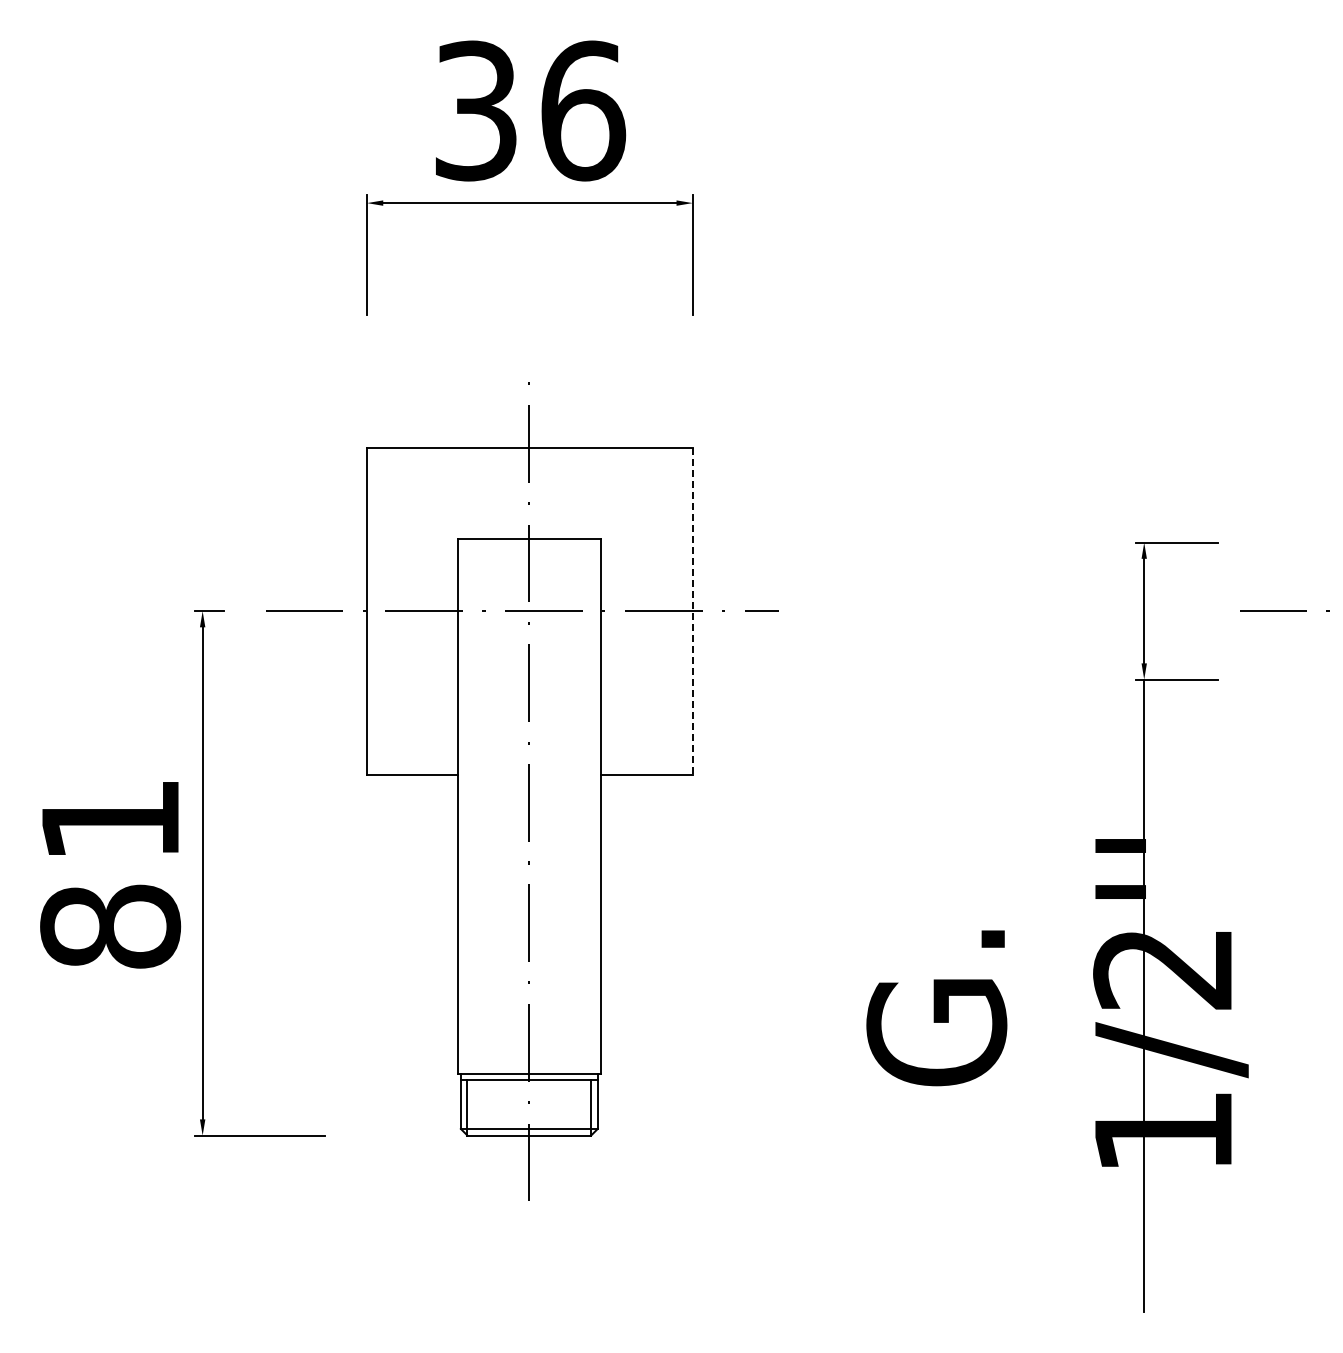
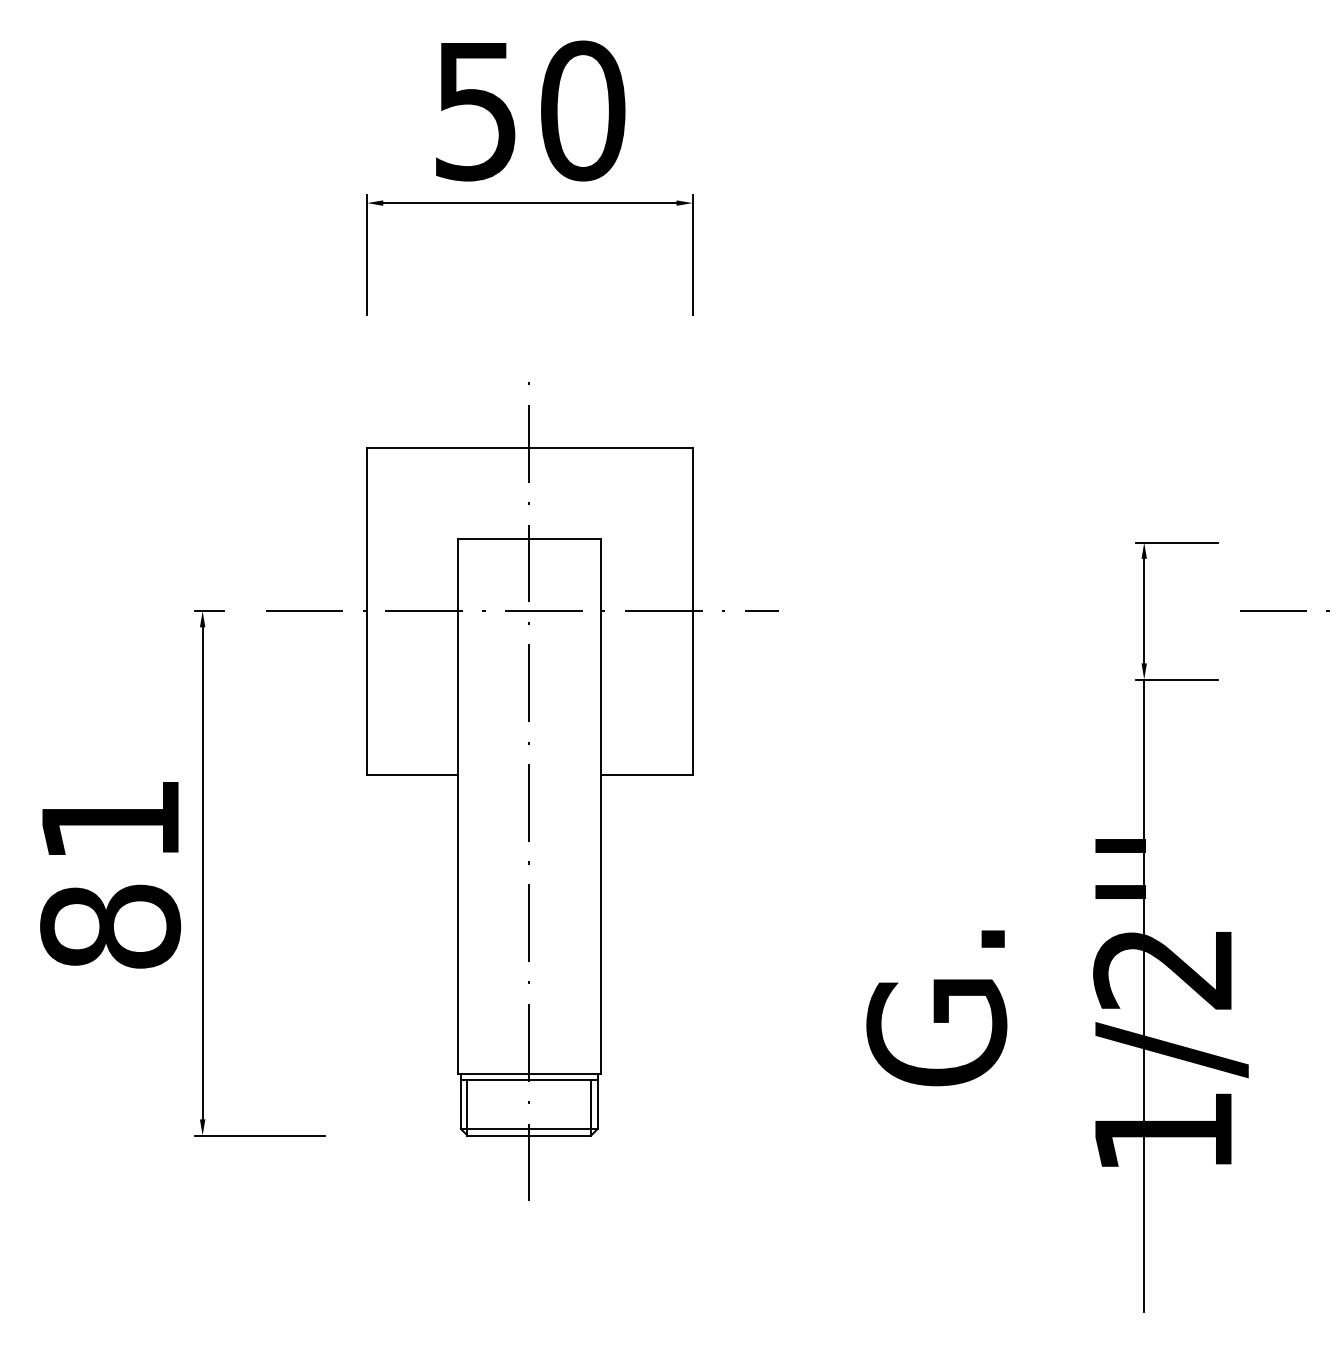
text at (531, 110): 36 -> 50
line at (692, 611): dashed -> solid
